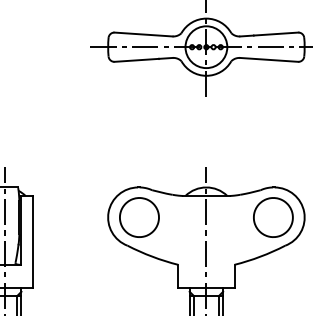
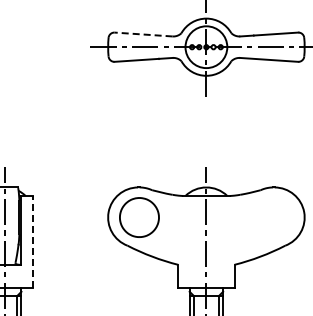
line at (143, 34): solid -> dashed
part at (273, 217): present -> none
line at (32, 241): solid -> dashed
